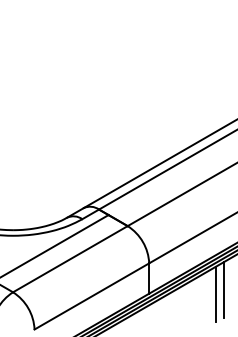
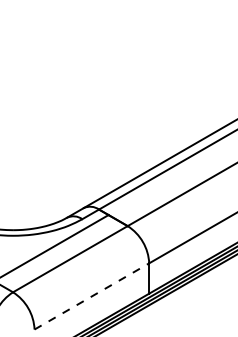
line at (224, 290): present -> none
line at (216, 294): present -> none
line at (92, 296): solid -> dashed
